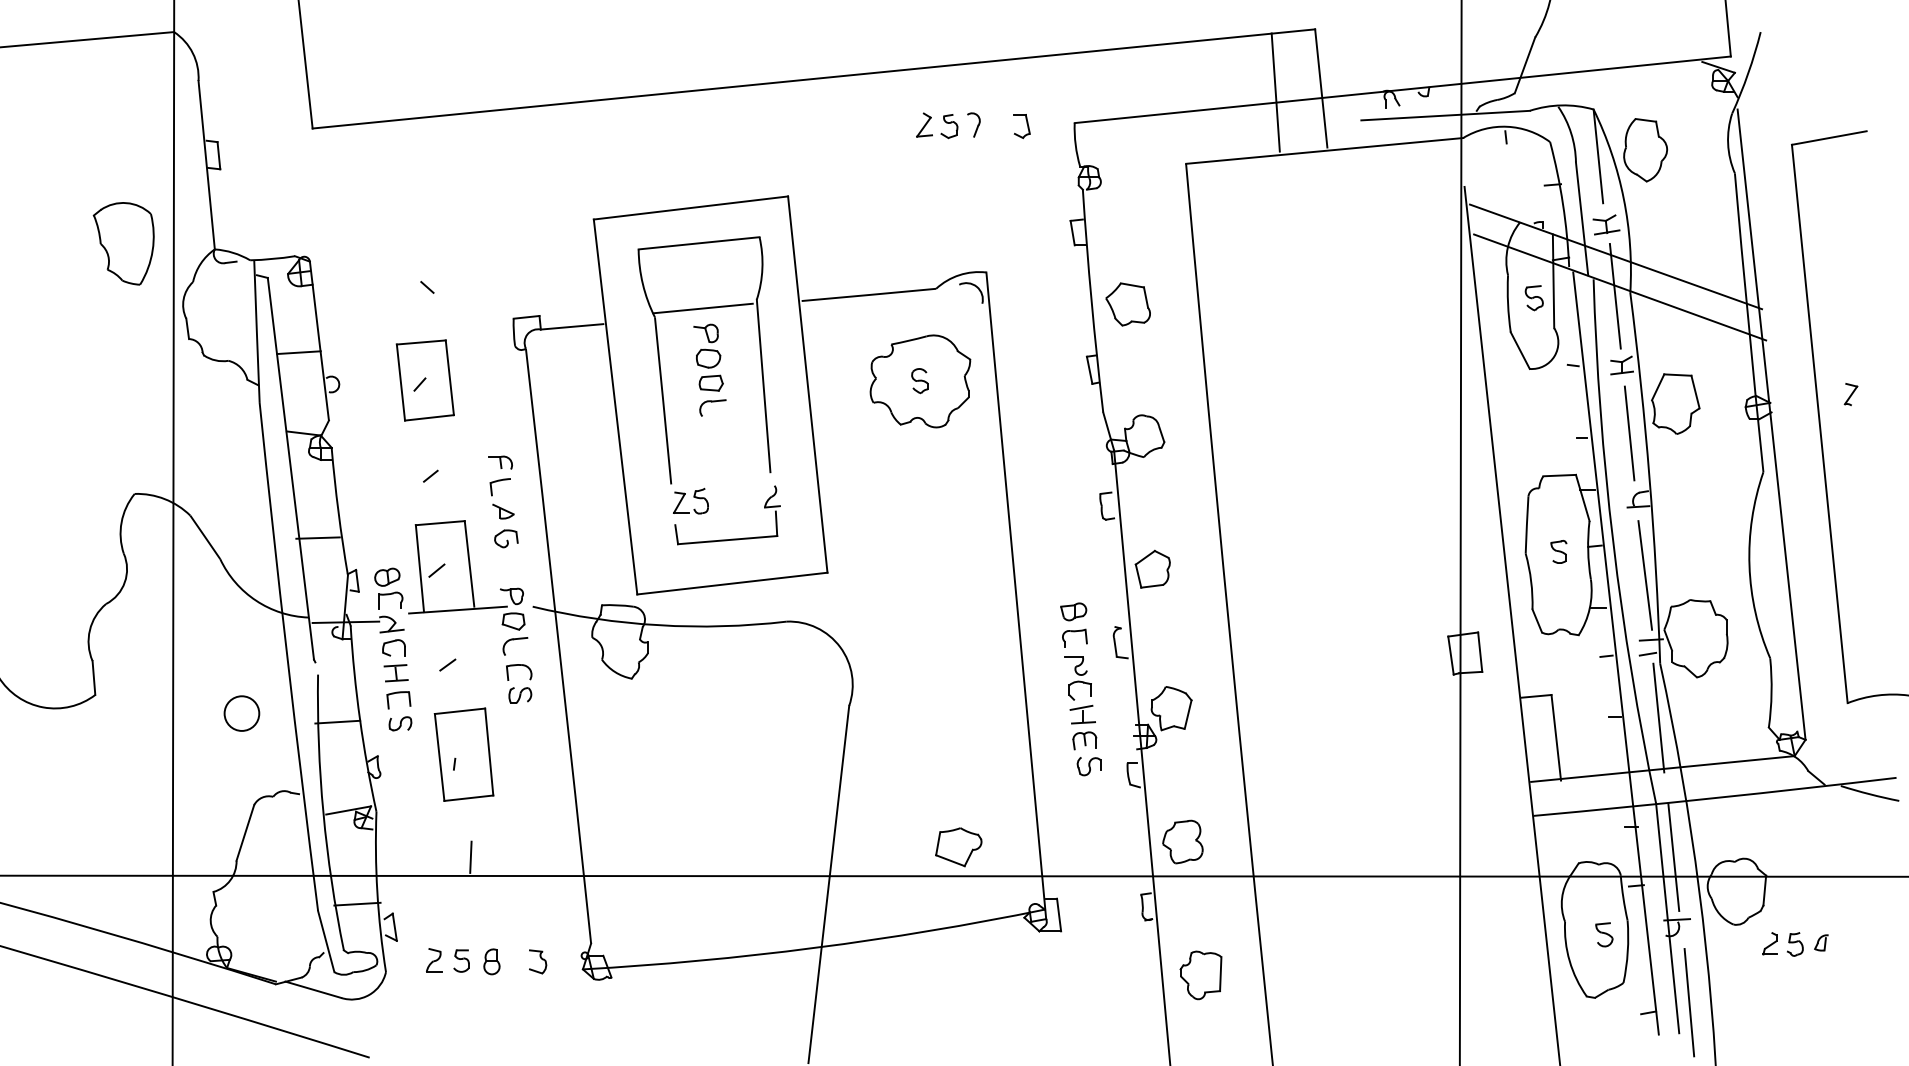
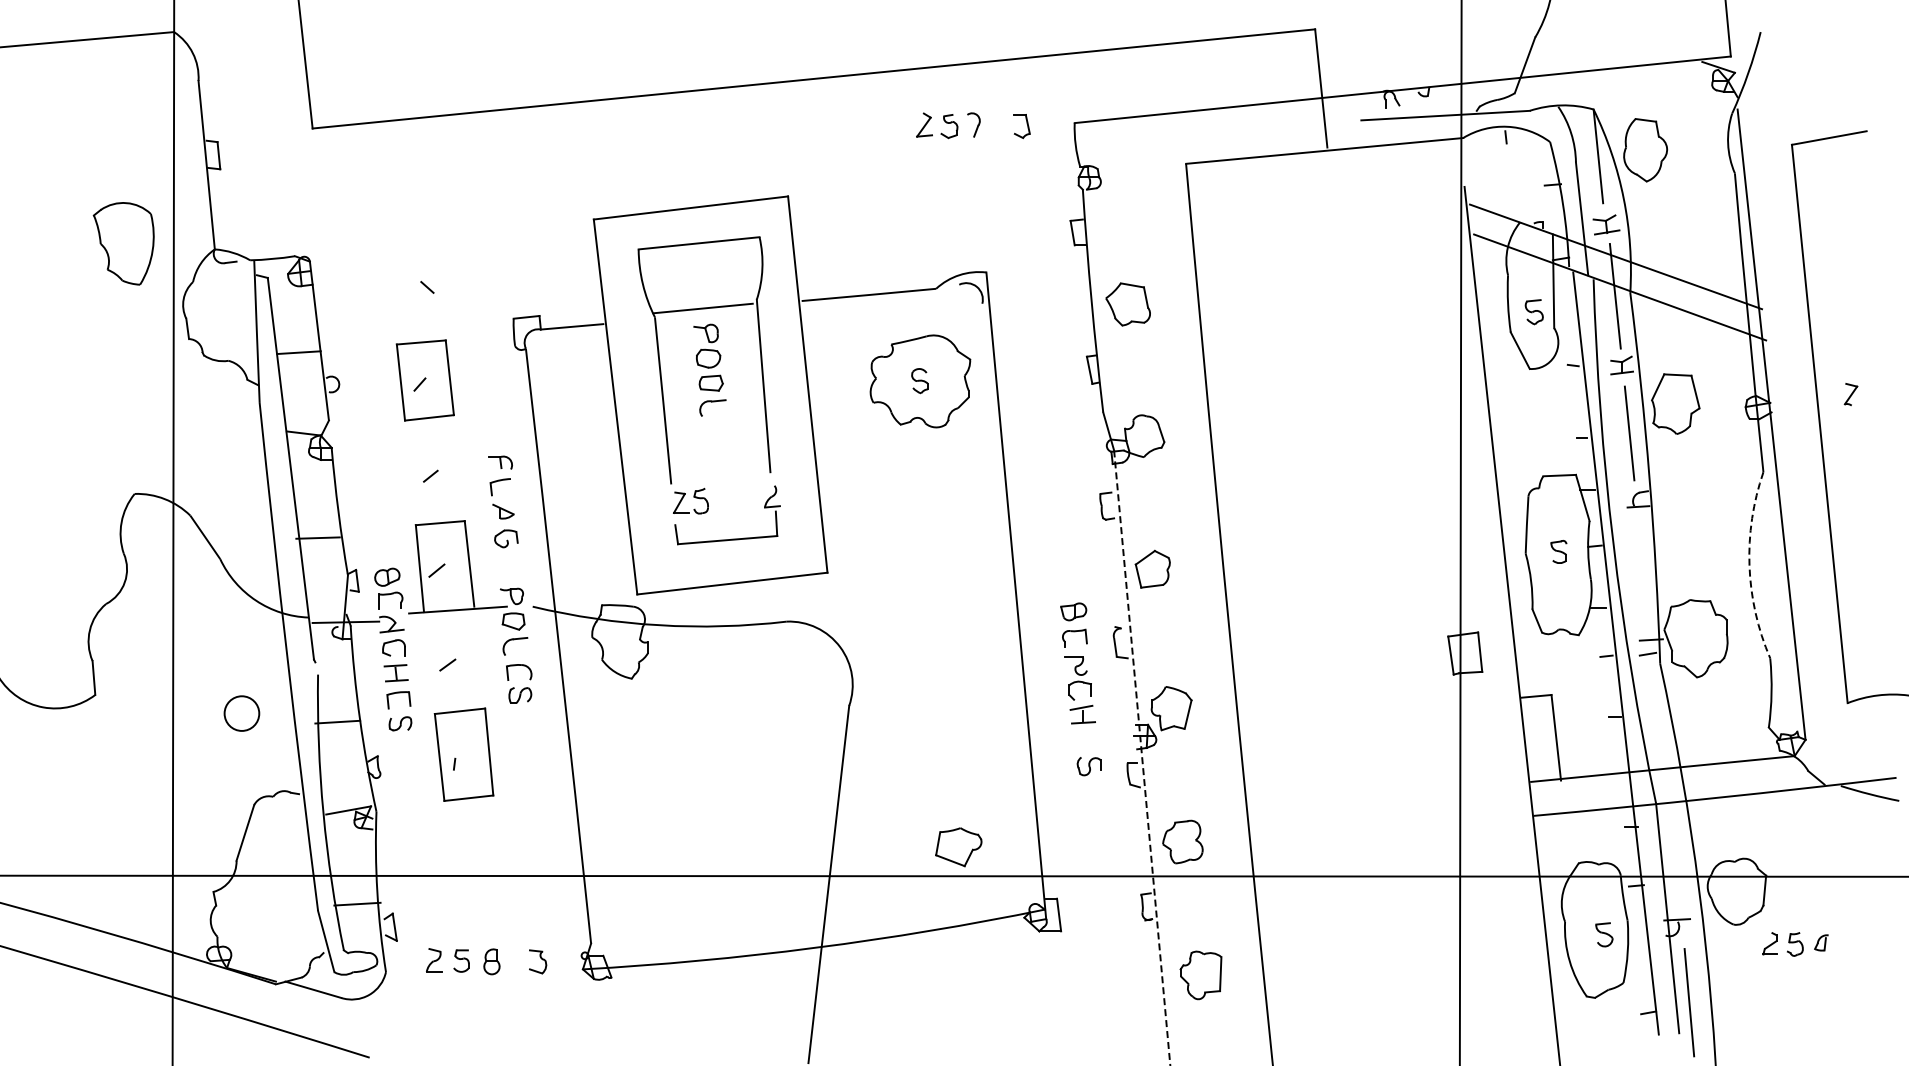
line at (1275, 92): present -> none
part at (1533, 298) position: (1533, 298) -> (1533, 312)
arc at (1749, 565): solid -> dashed
line at (1645, 575): present -> none
line at (1658, 717): present -> none
part at (1084, 740): present -> none
line at (1142, 757): solid -> dashed
line at (470, 856): present -> none
line at (1673, 856): present -> none
